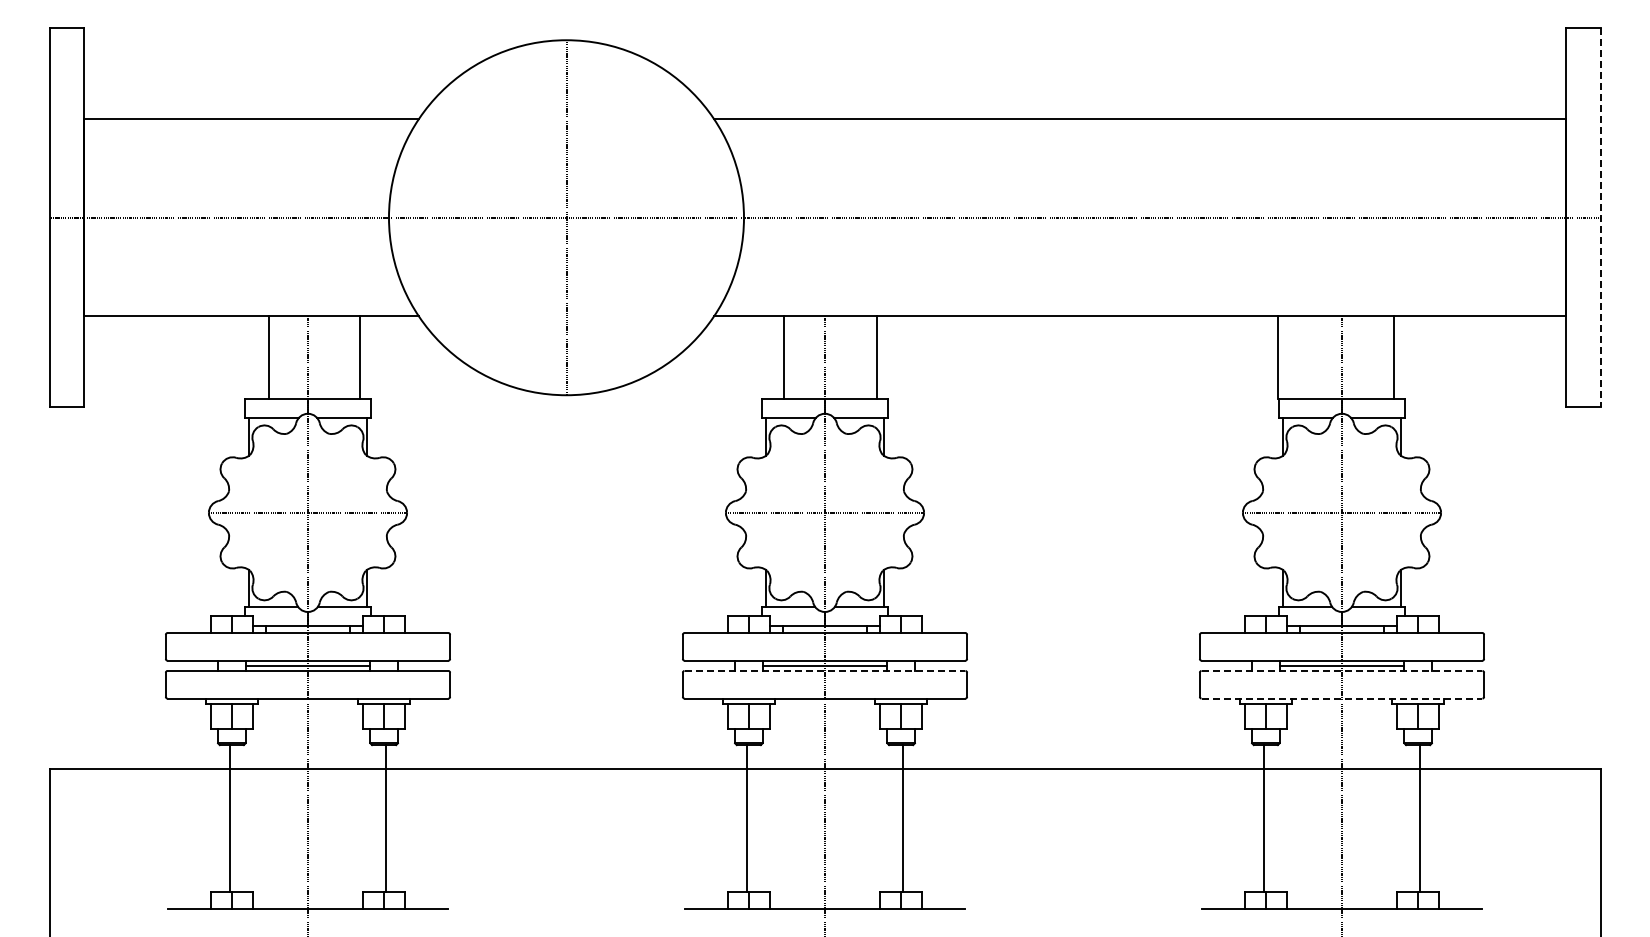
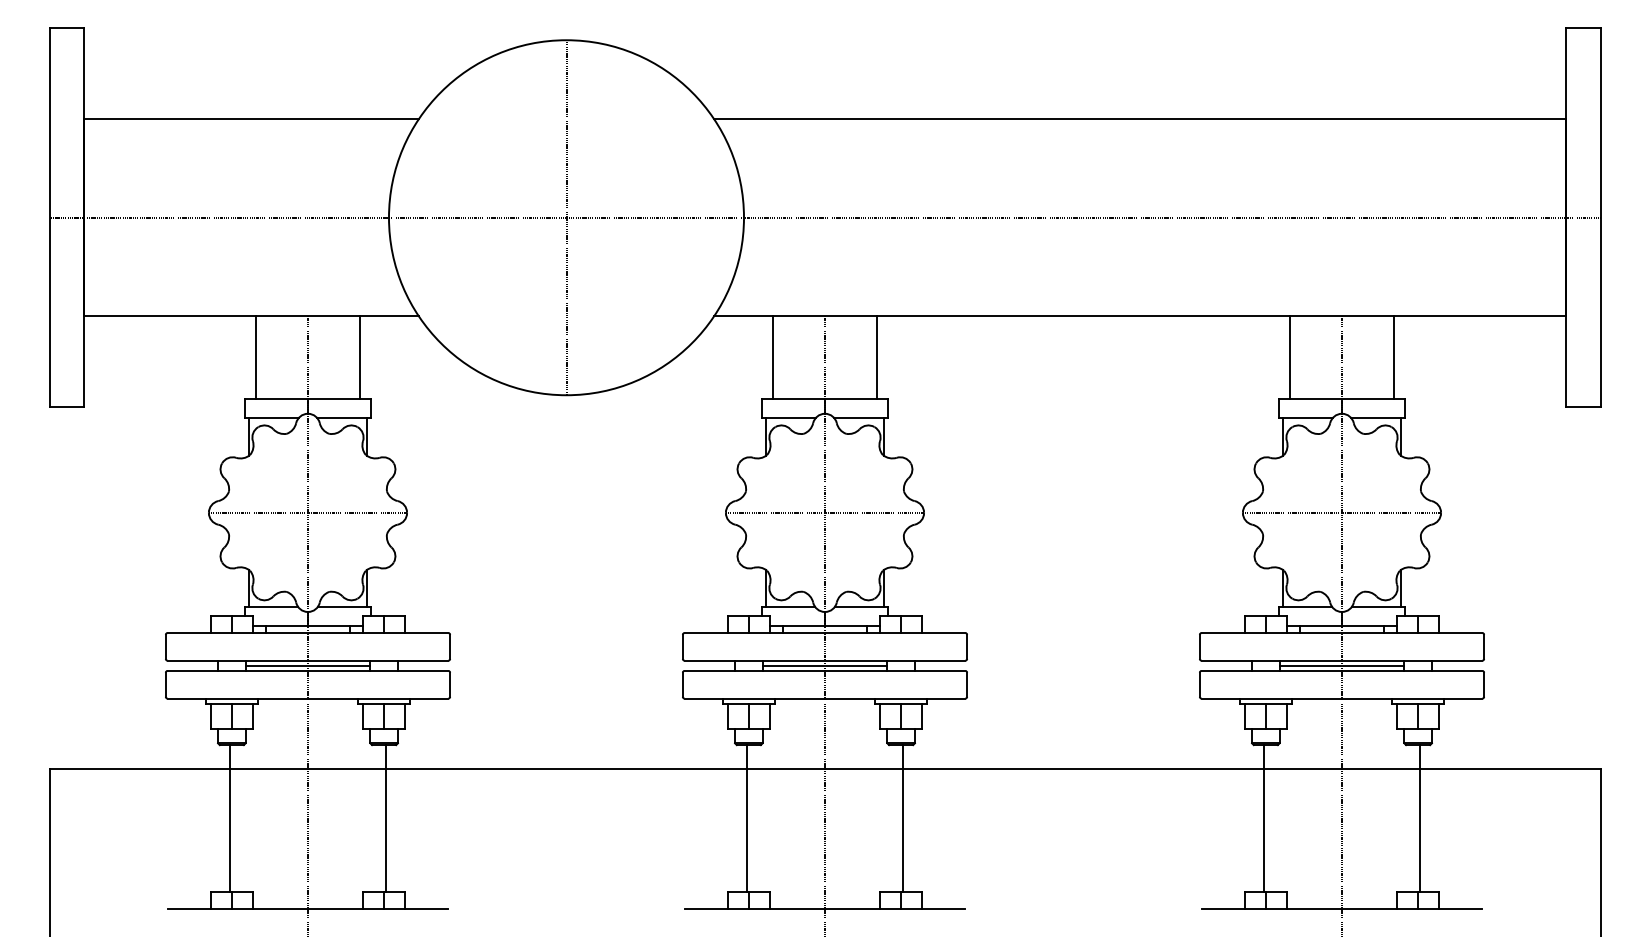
line at (1600, 217): dashed -> solid
line at (269, 357) position: (269, 357) -> (256, 357)
line at (784, 357) position: (784, 357) -> (773, 357)
line at (1278, 357) position: (1278, 357) -> (1290, 357)
line at (825, 670): dashed -> solid
line at (1342, 670): dashed -> solid
line at (1342, 698): dashed -> solid
